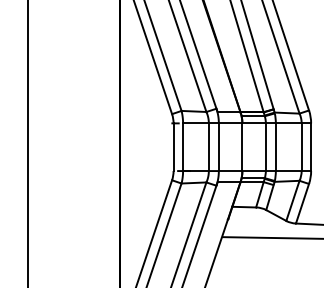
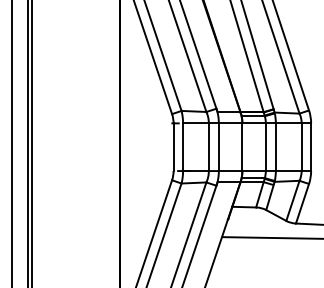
line at (12, 143): none -> present
line at (32, 143): none -> present
